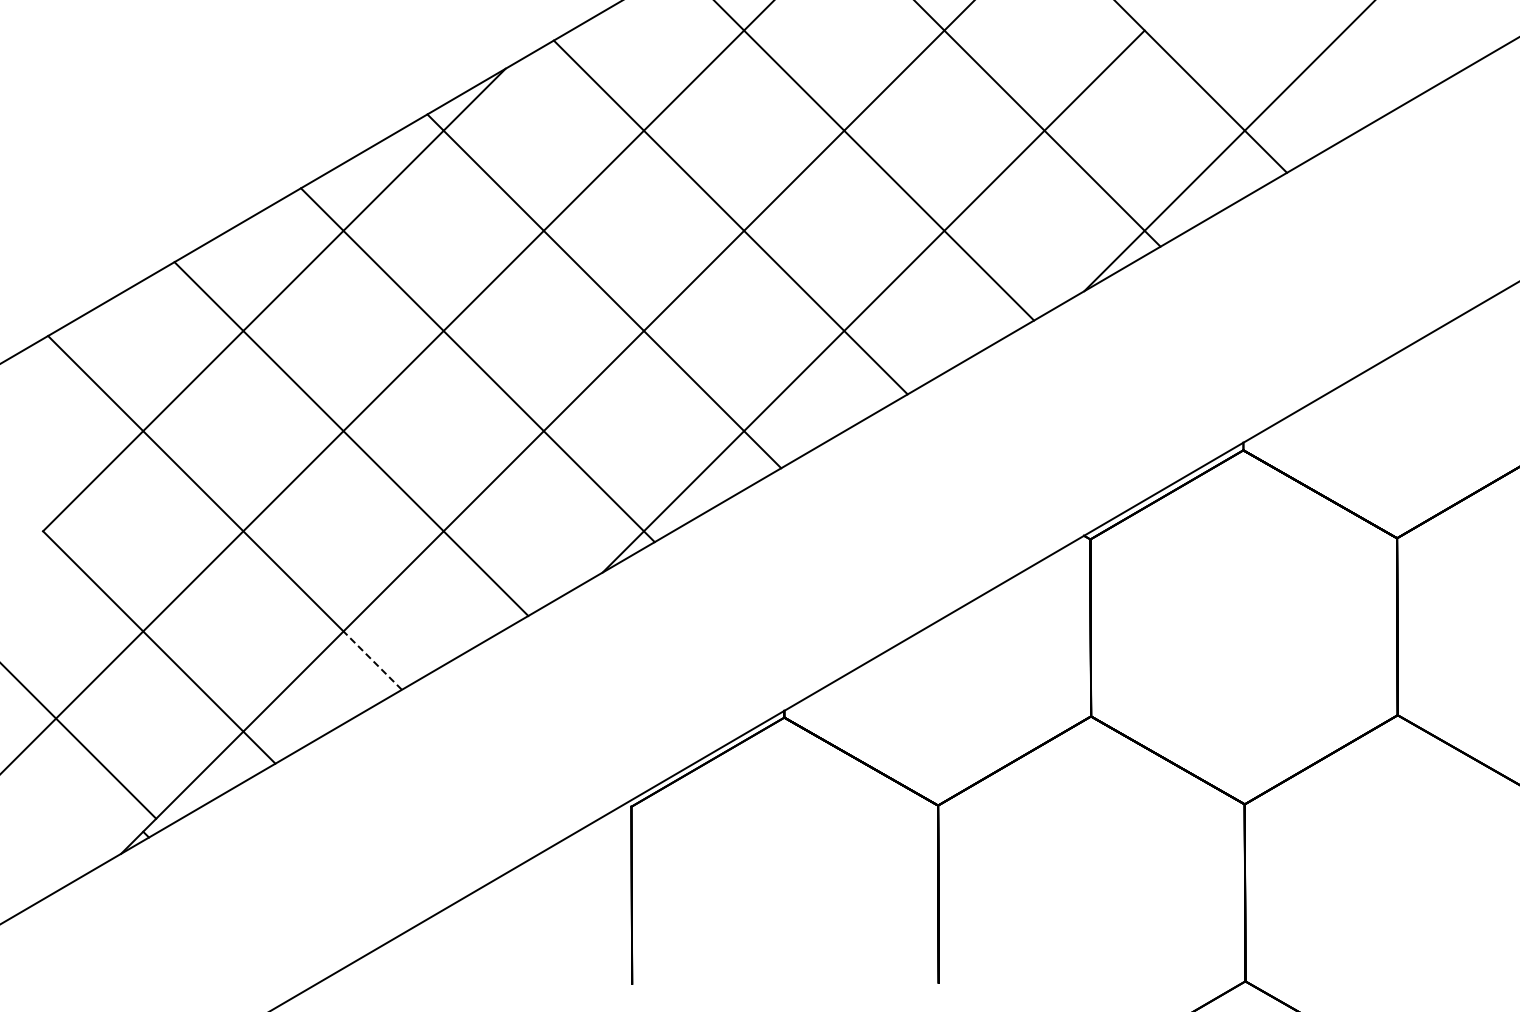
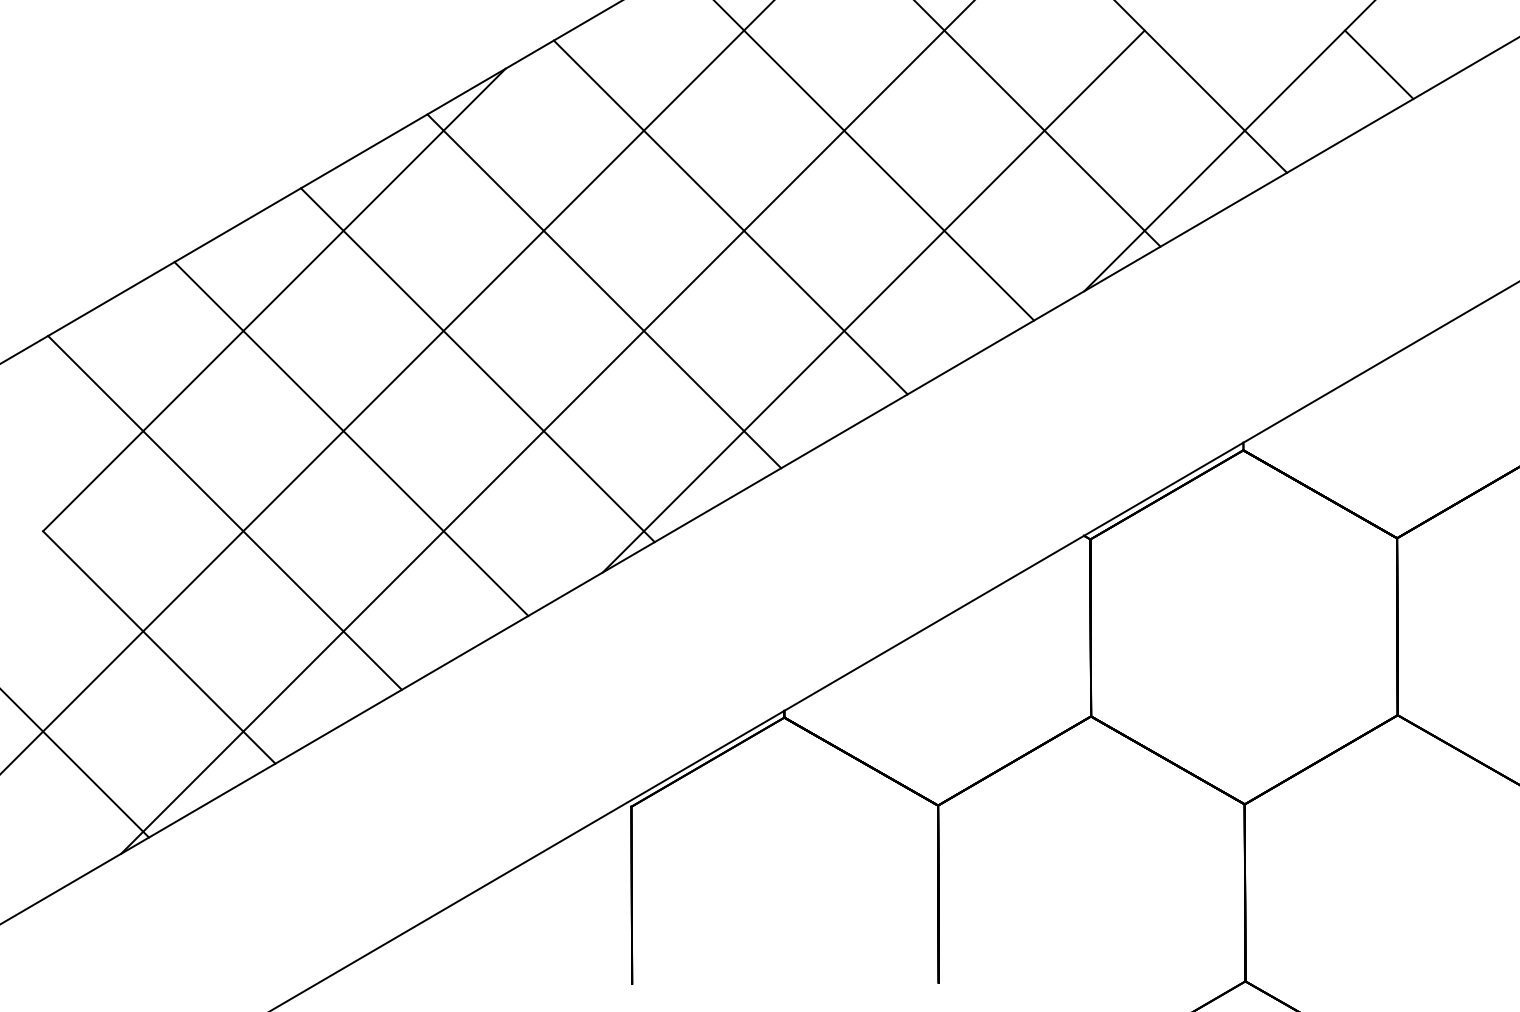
line at (1379, 64): none -> present
line at (372, 660): dashed -> solid
line at (79, 741) position: (79, 741) -> (72, 760)
